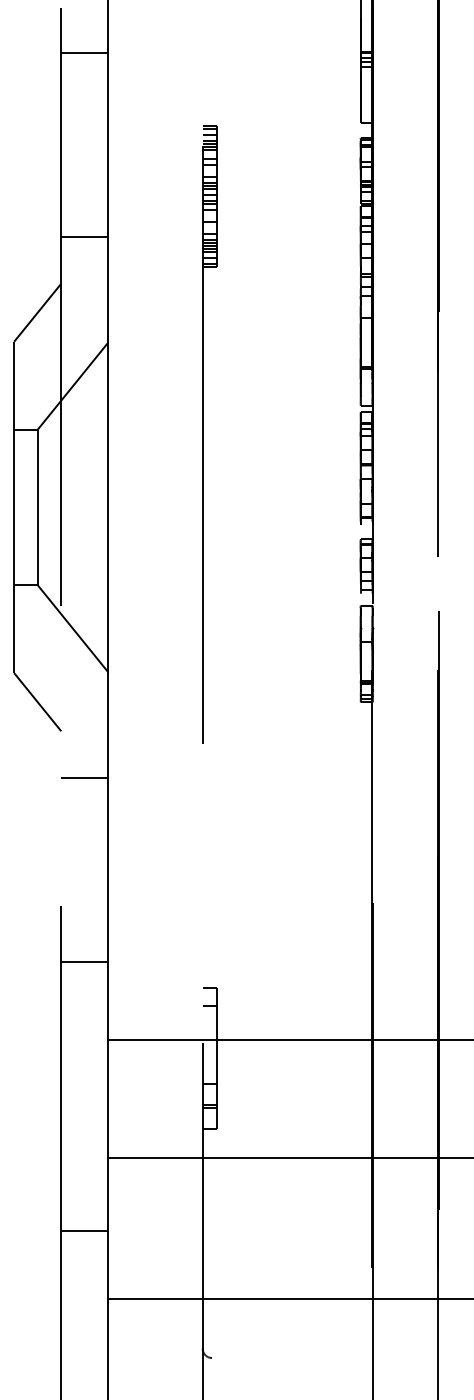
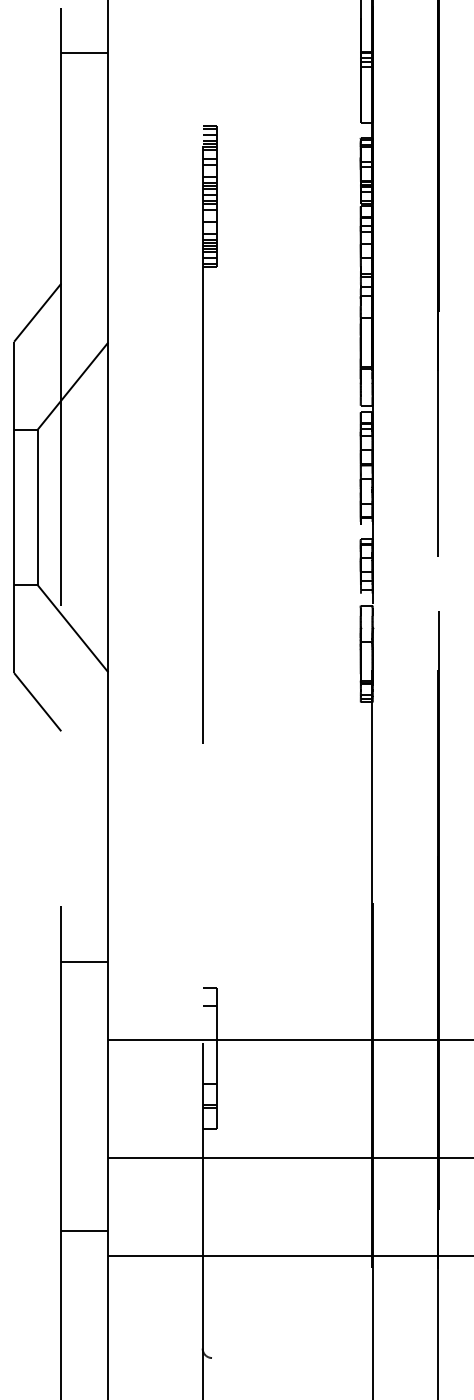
line at (84, 236): present -> none
line at (84, 778): present -> none
line at (289, 1299) position: (289, 1299) -> (289, 1256)
